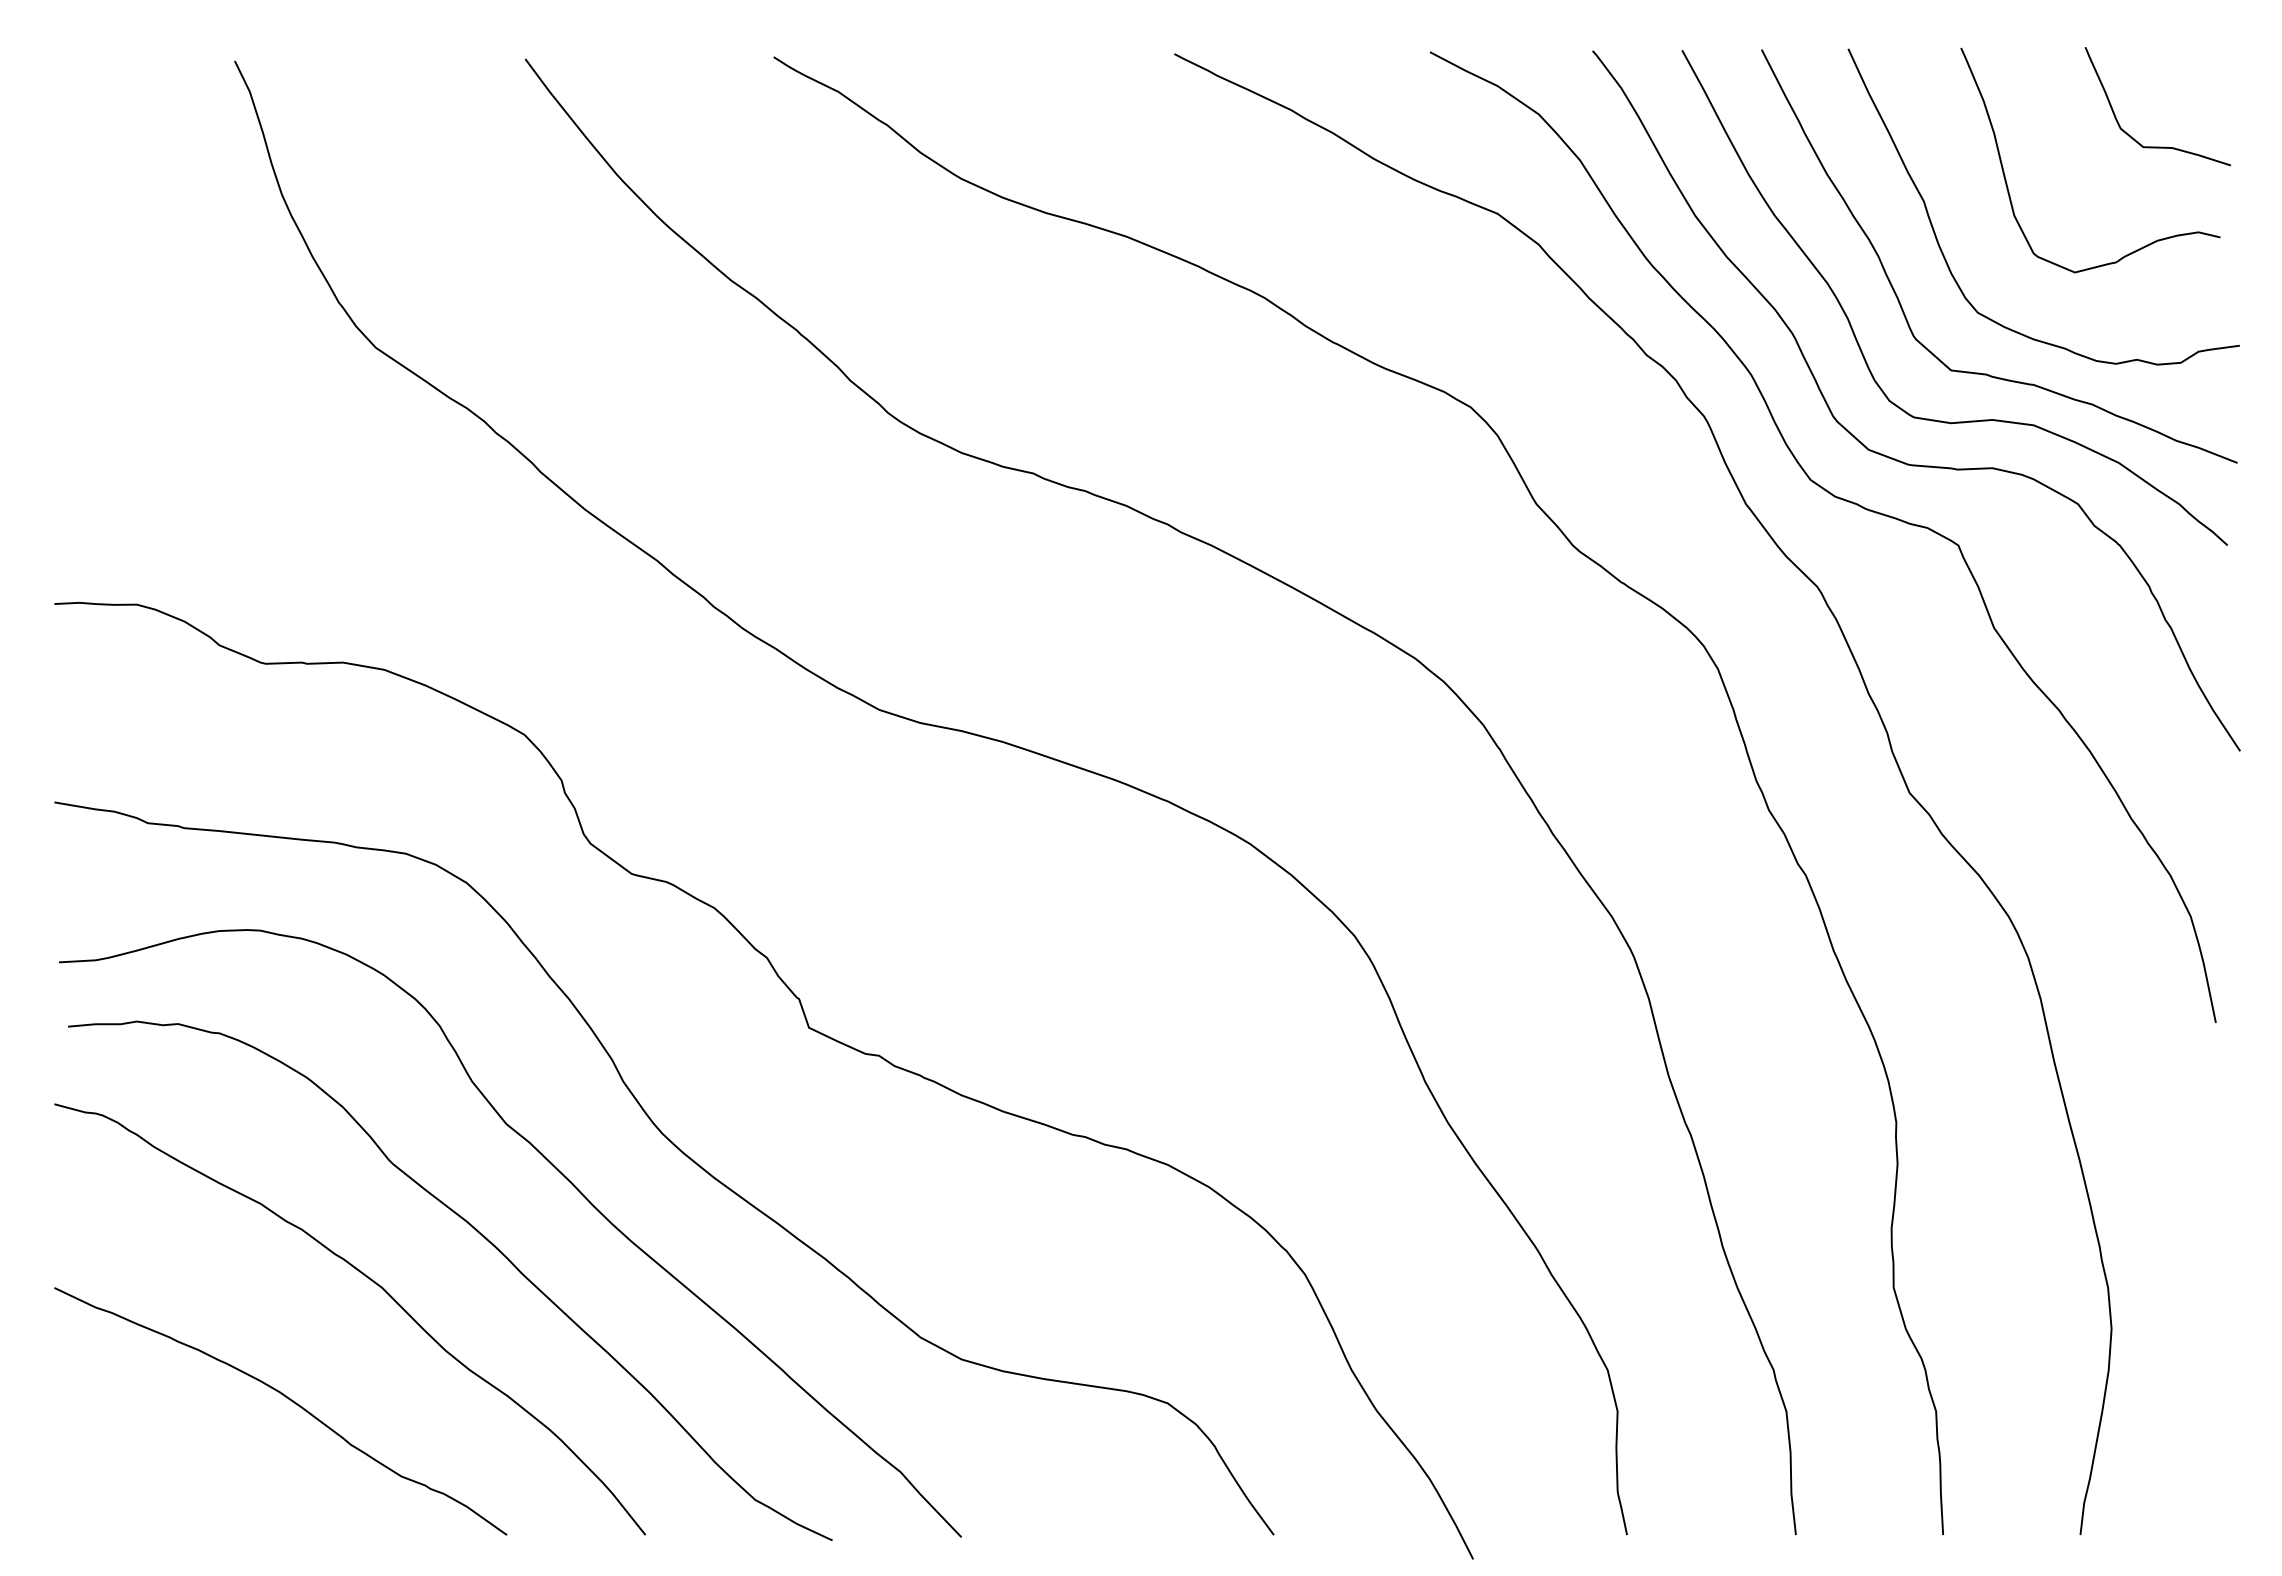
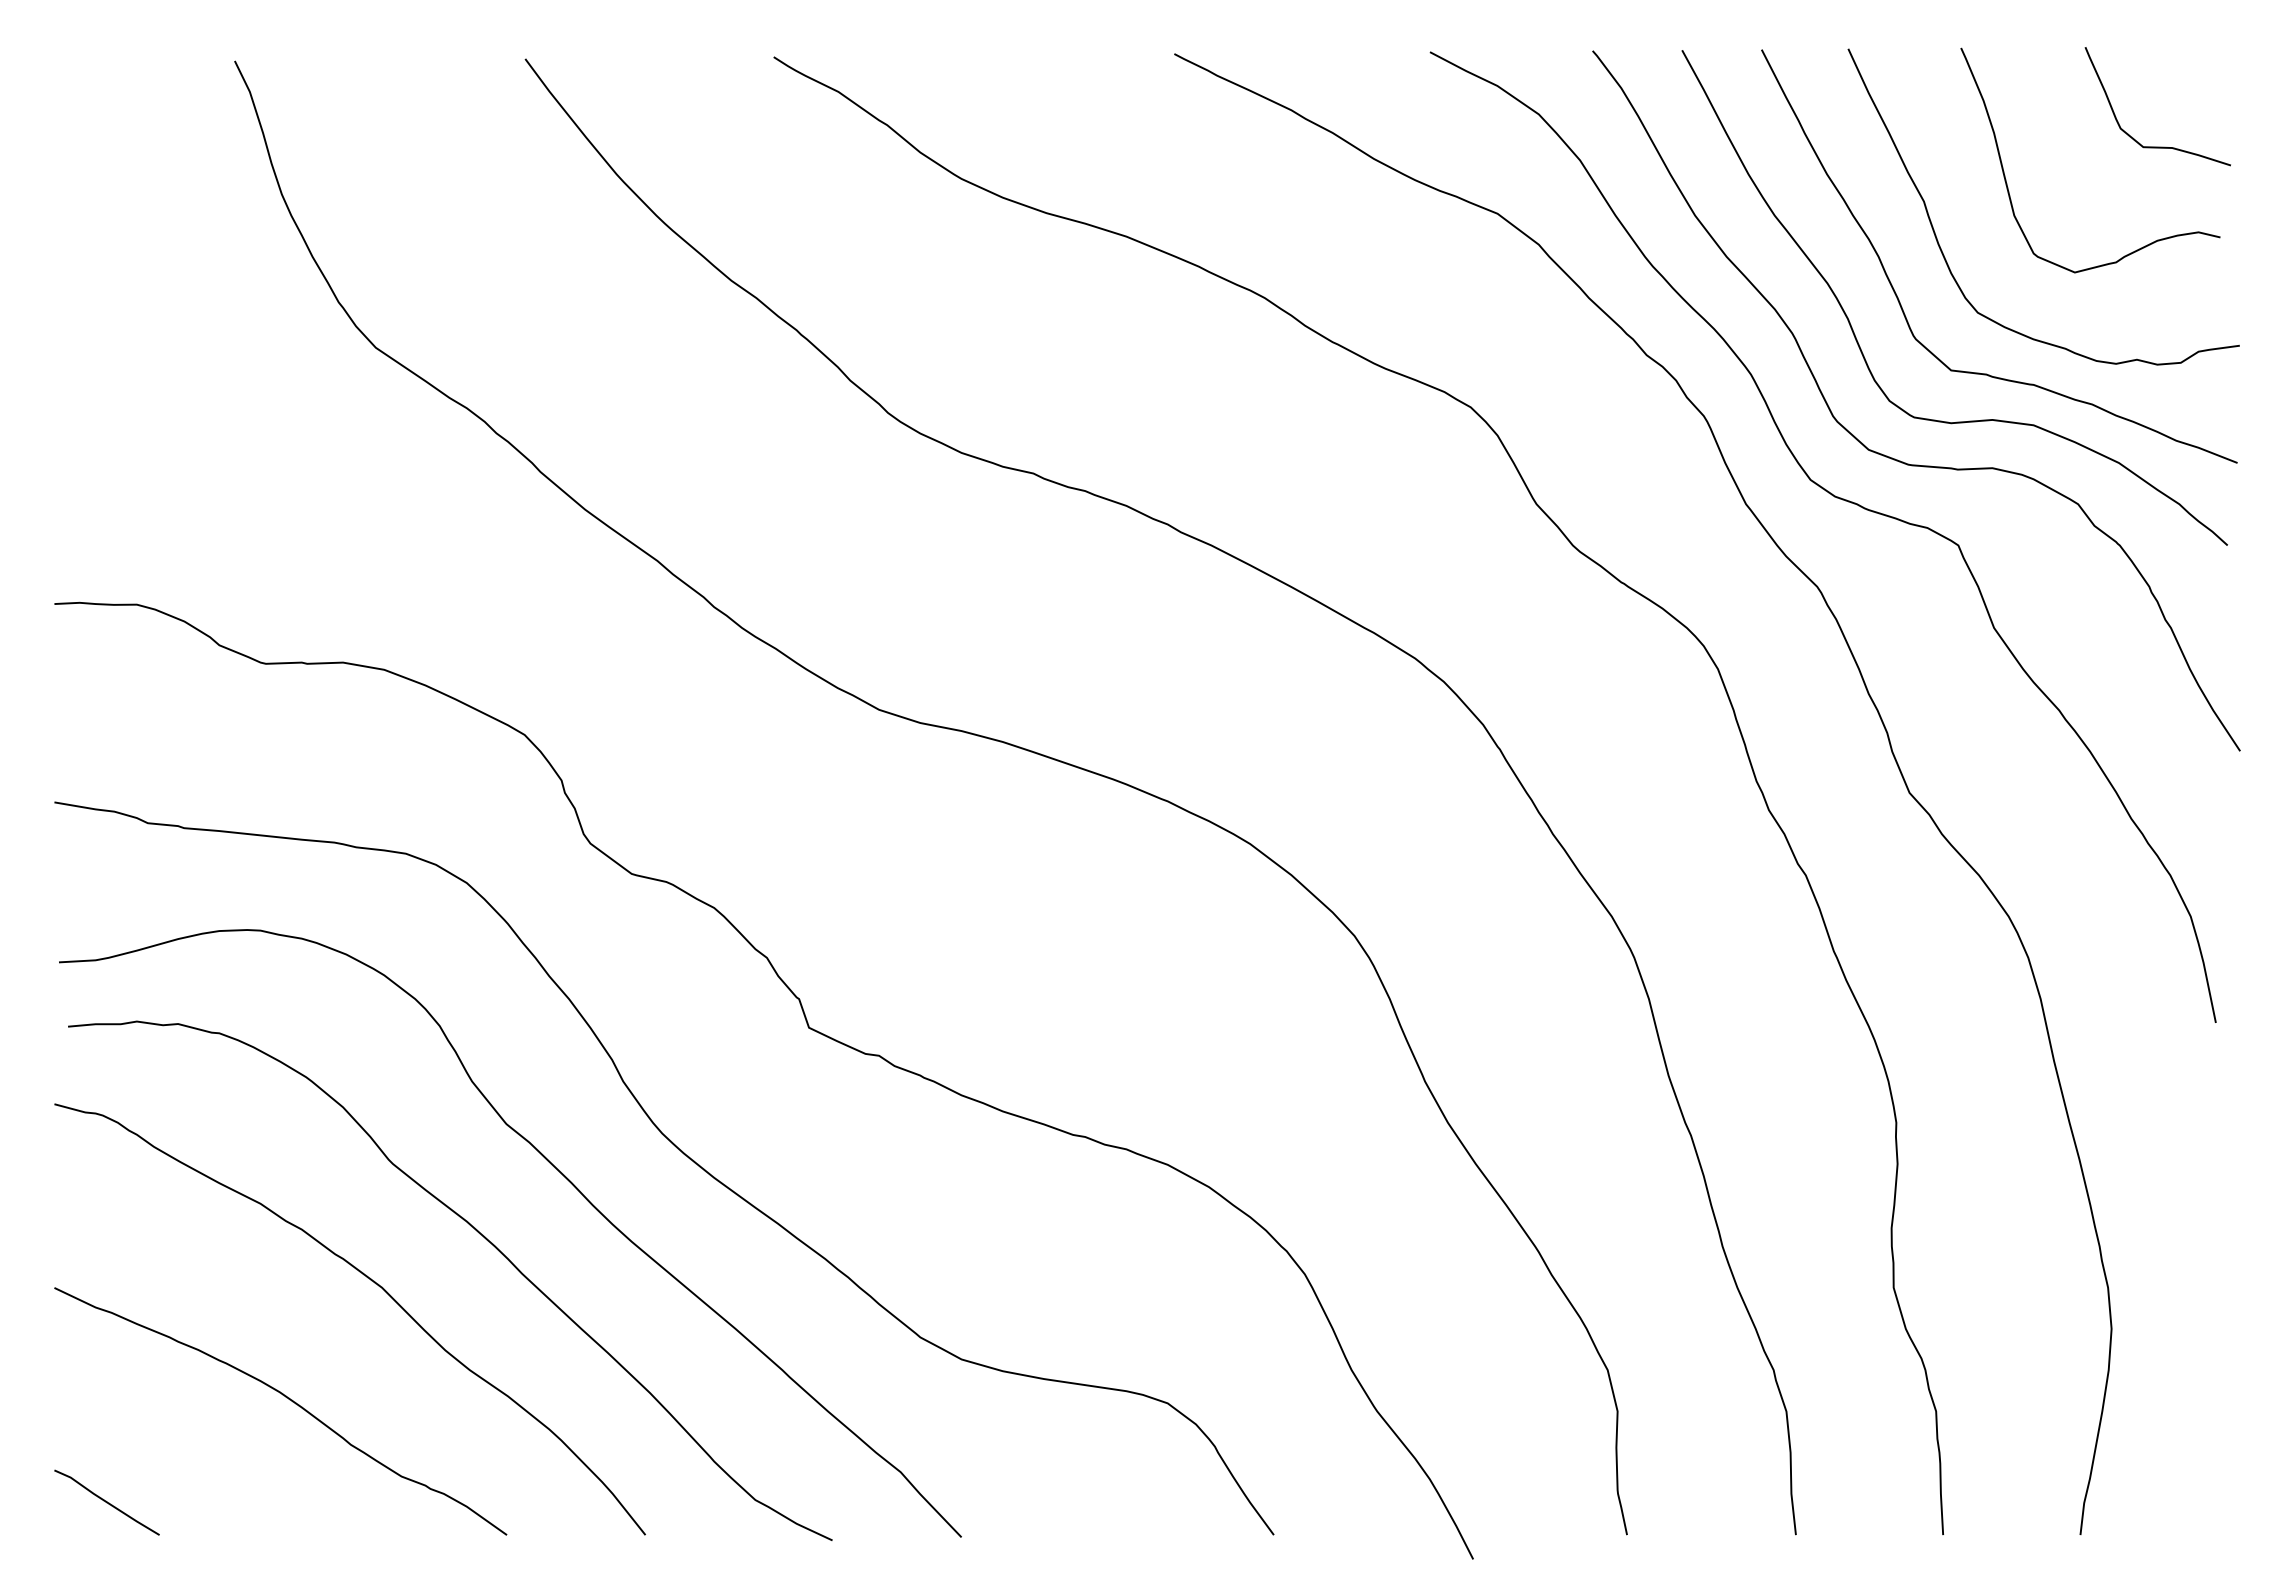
line at (106, 1502): none -> present
